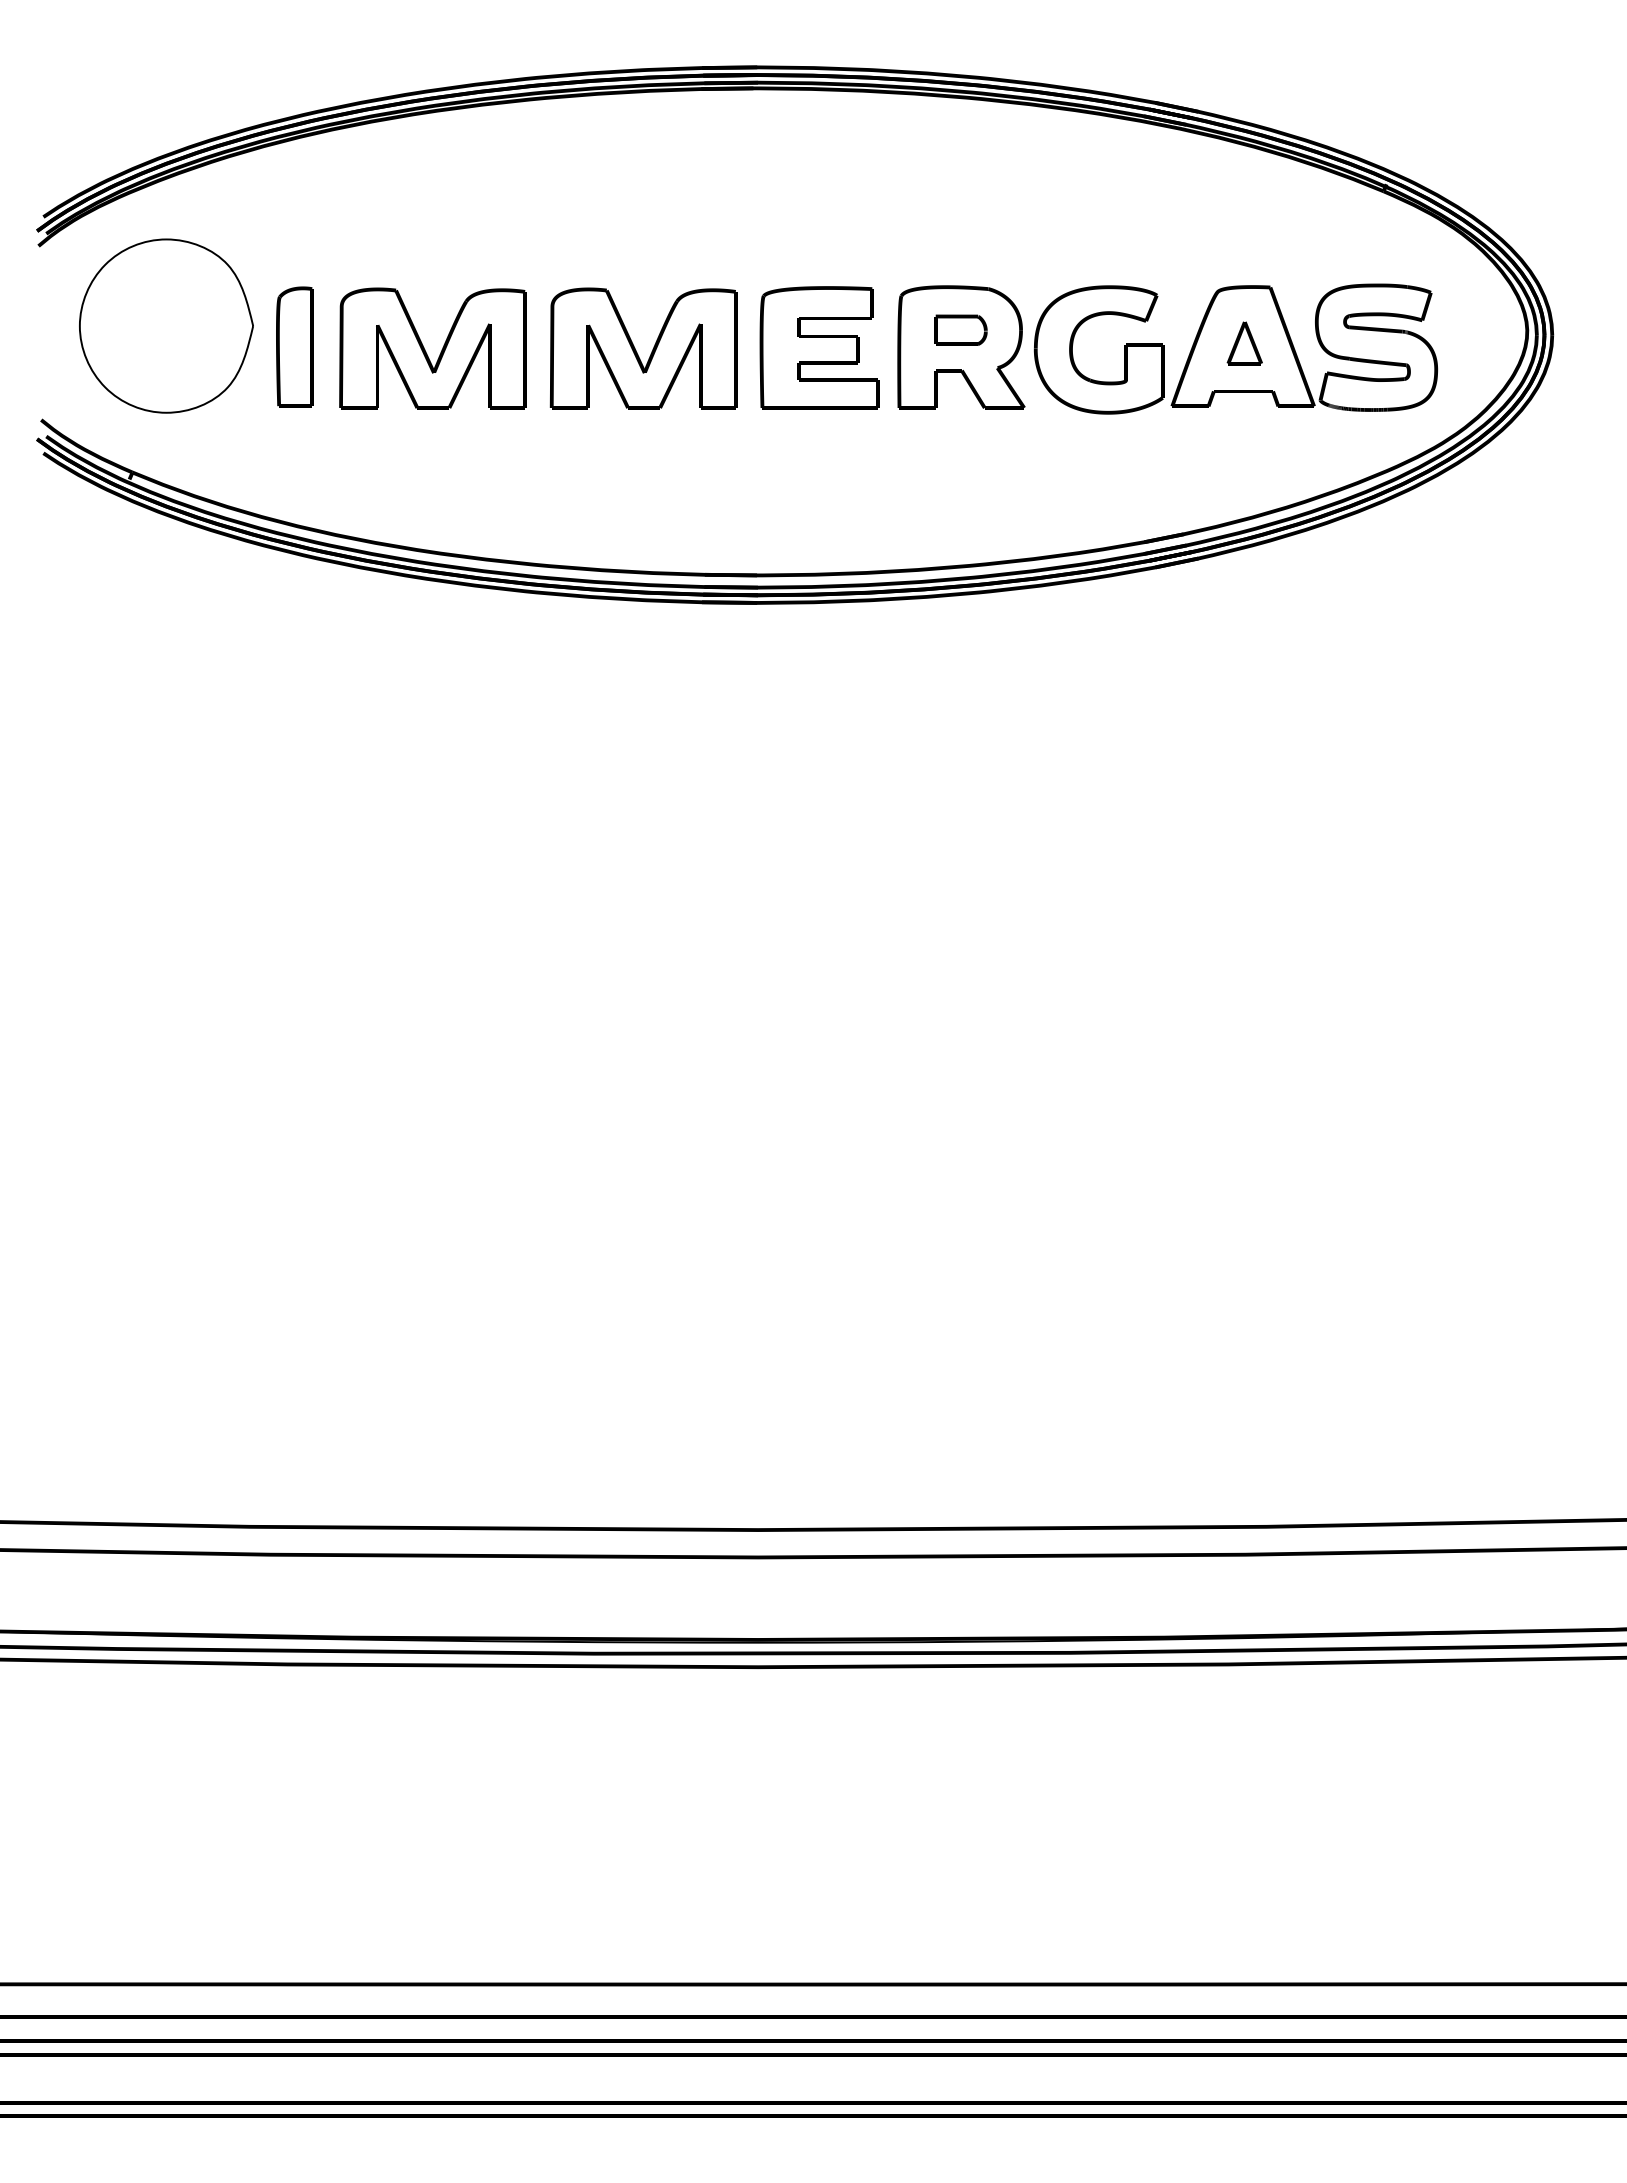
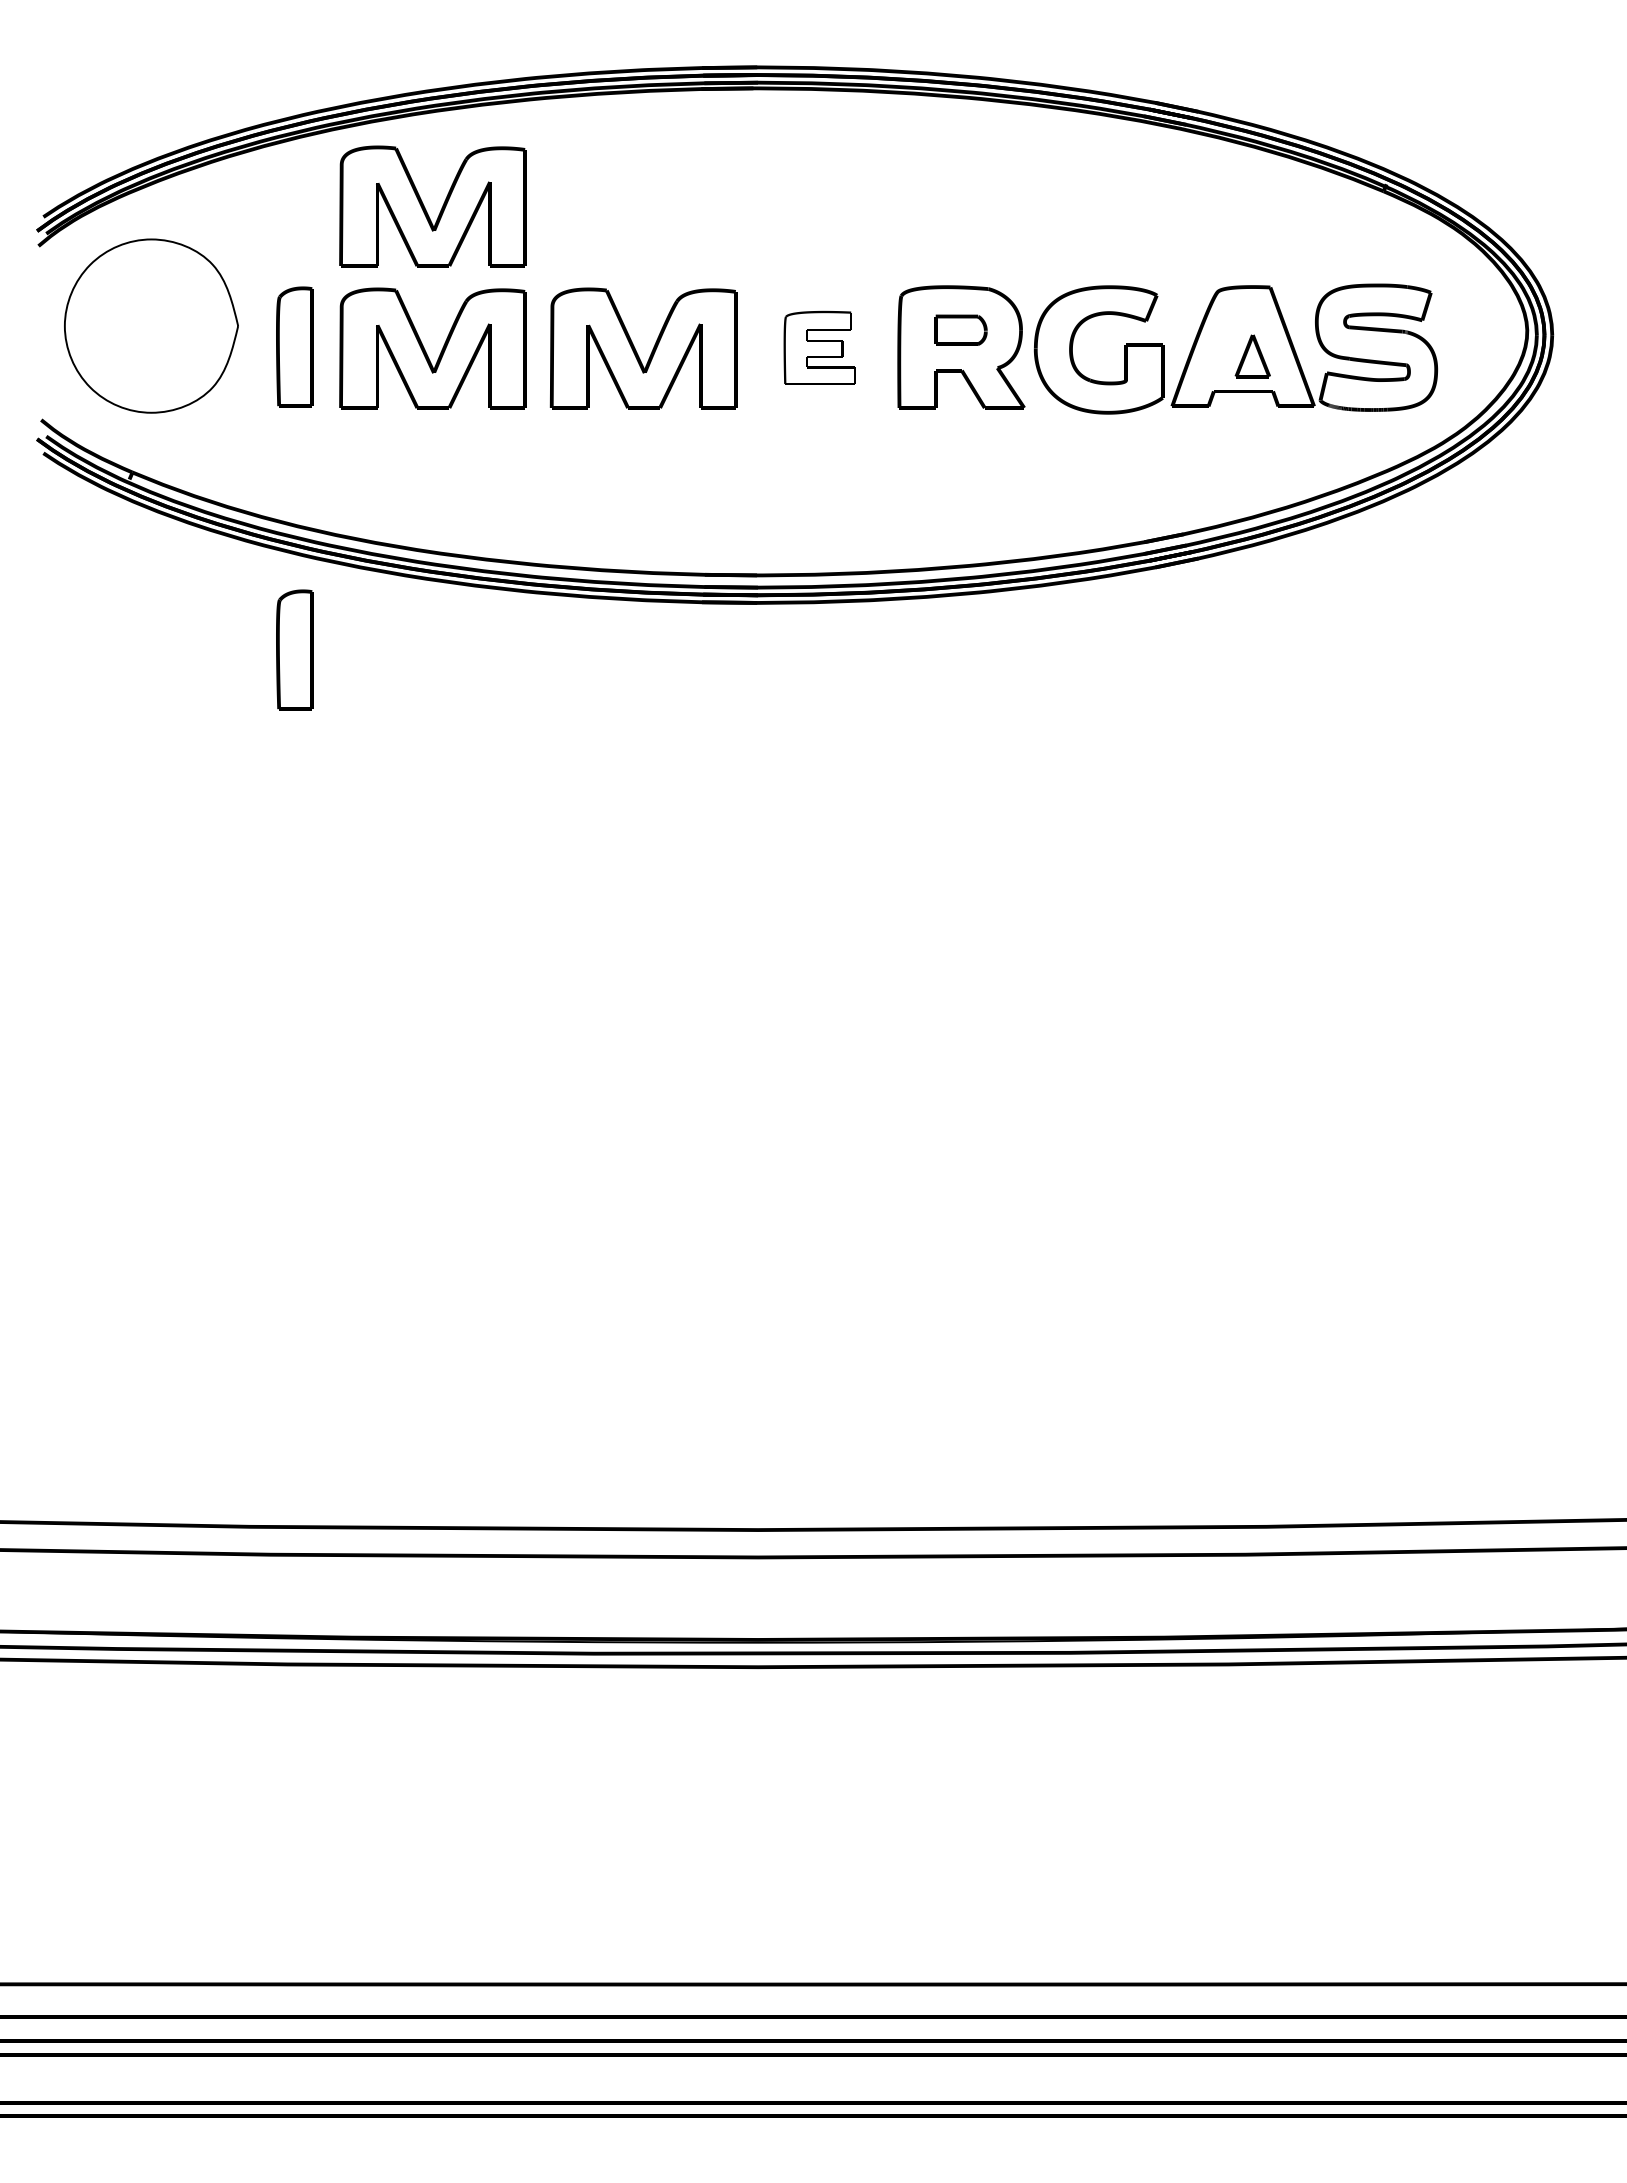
part at (426, 209): none -> present
part at (166, 325) position: (166, 325) -> (151, 325)
part at (1244, 343) position: (1244, 343) -> (1252, 356)
part at (819, 347) size: 121x124 px -> 73x75 px
part at (294, 649): none -> present
